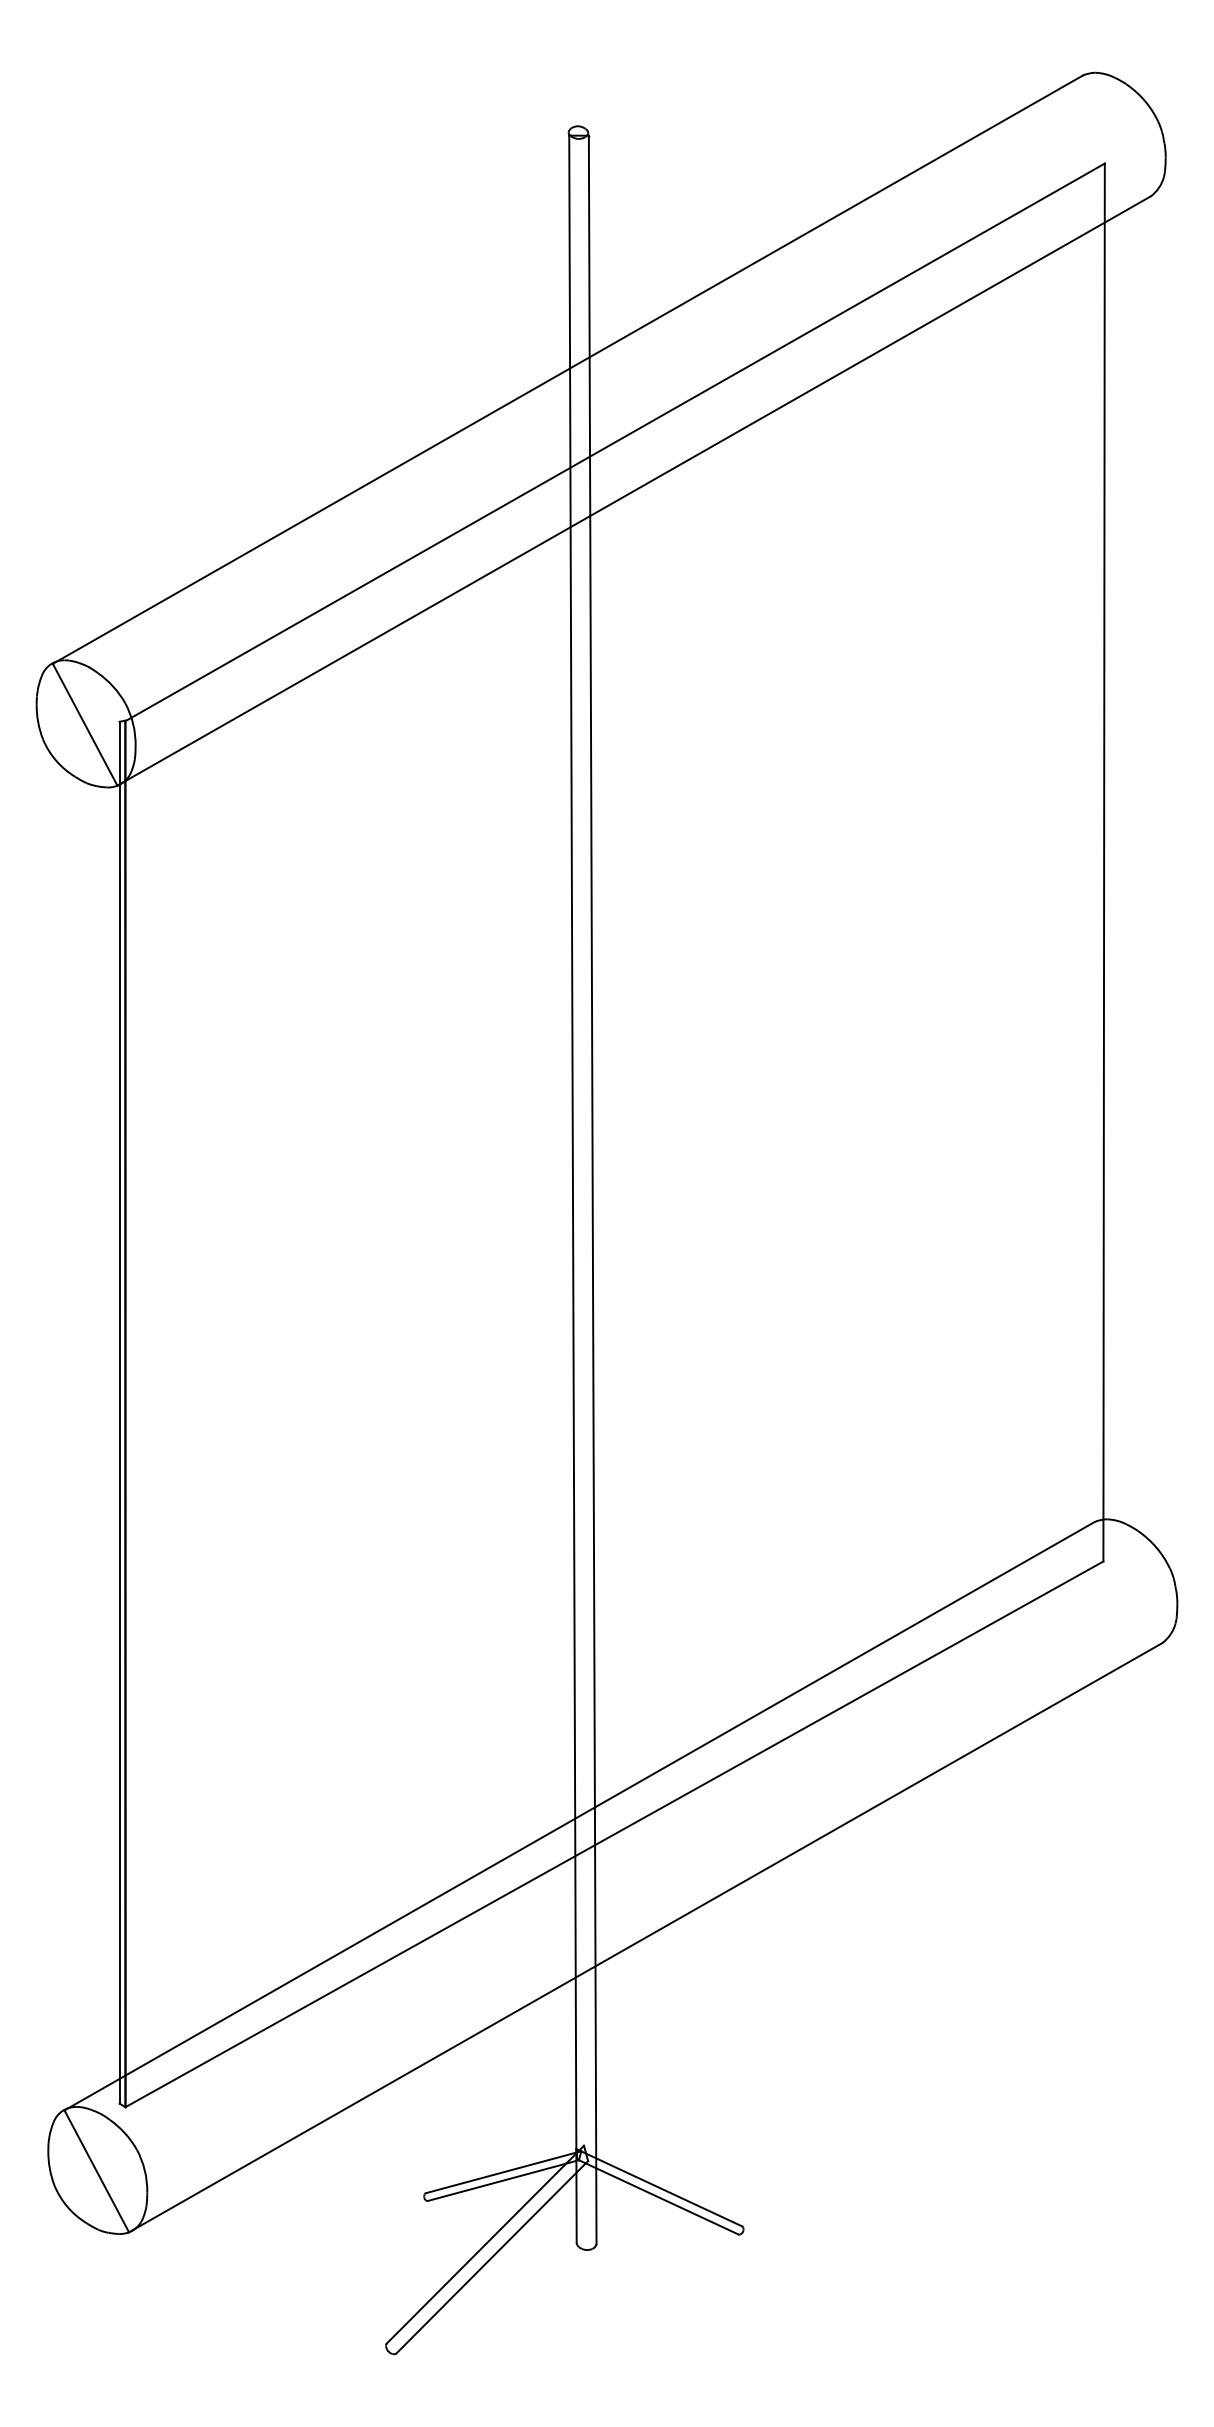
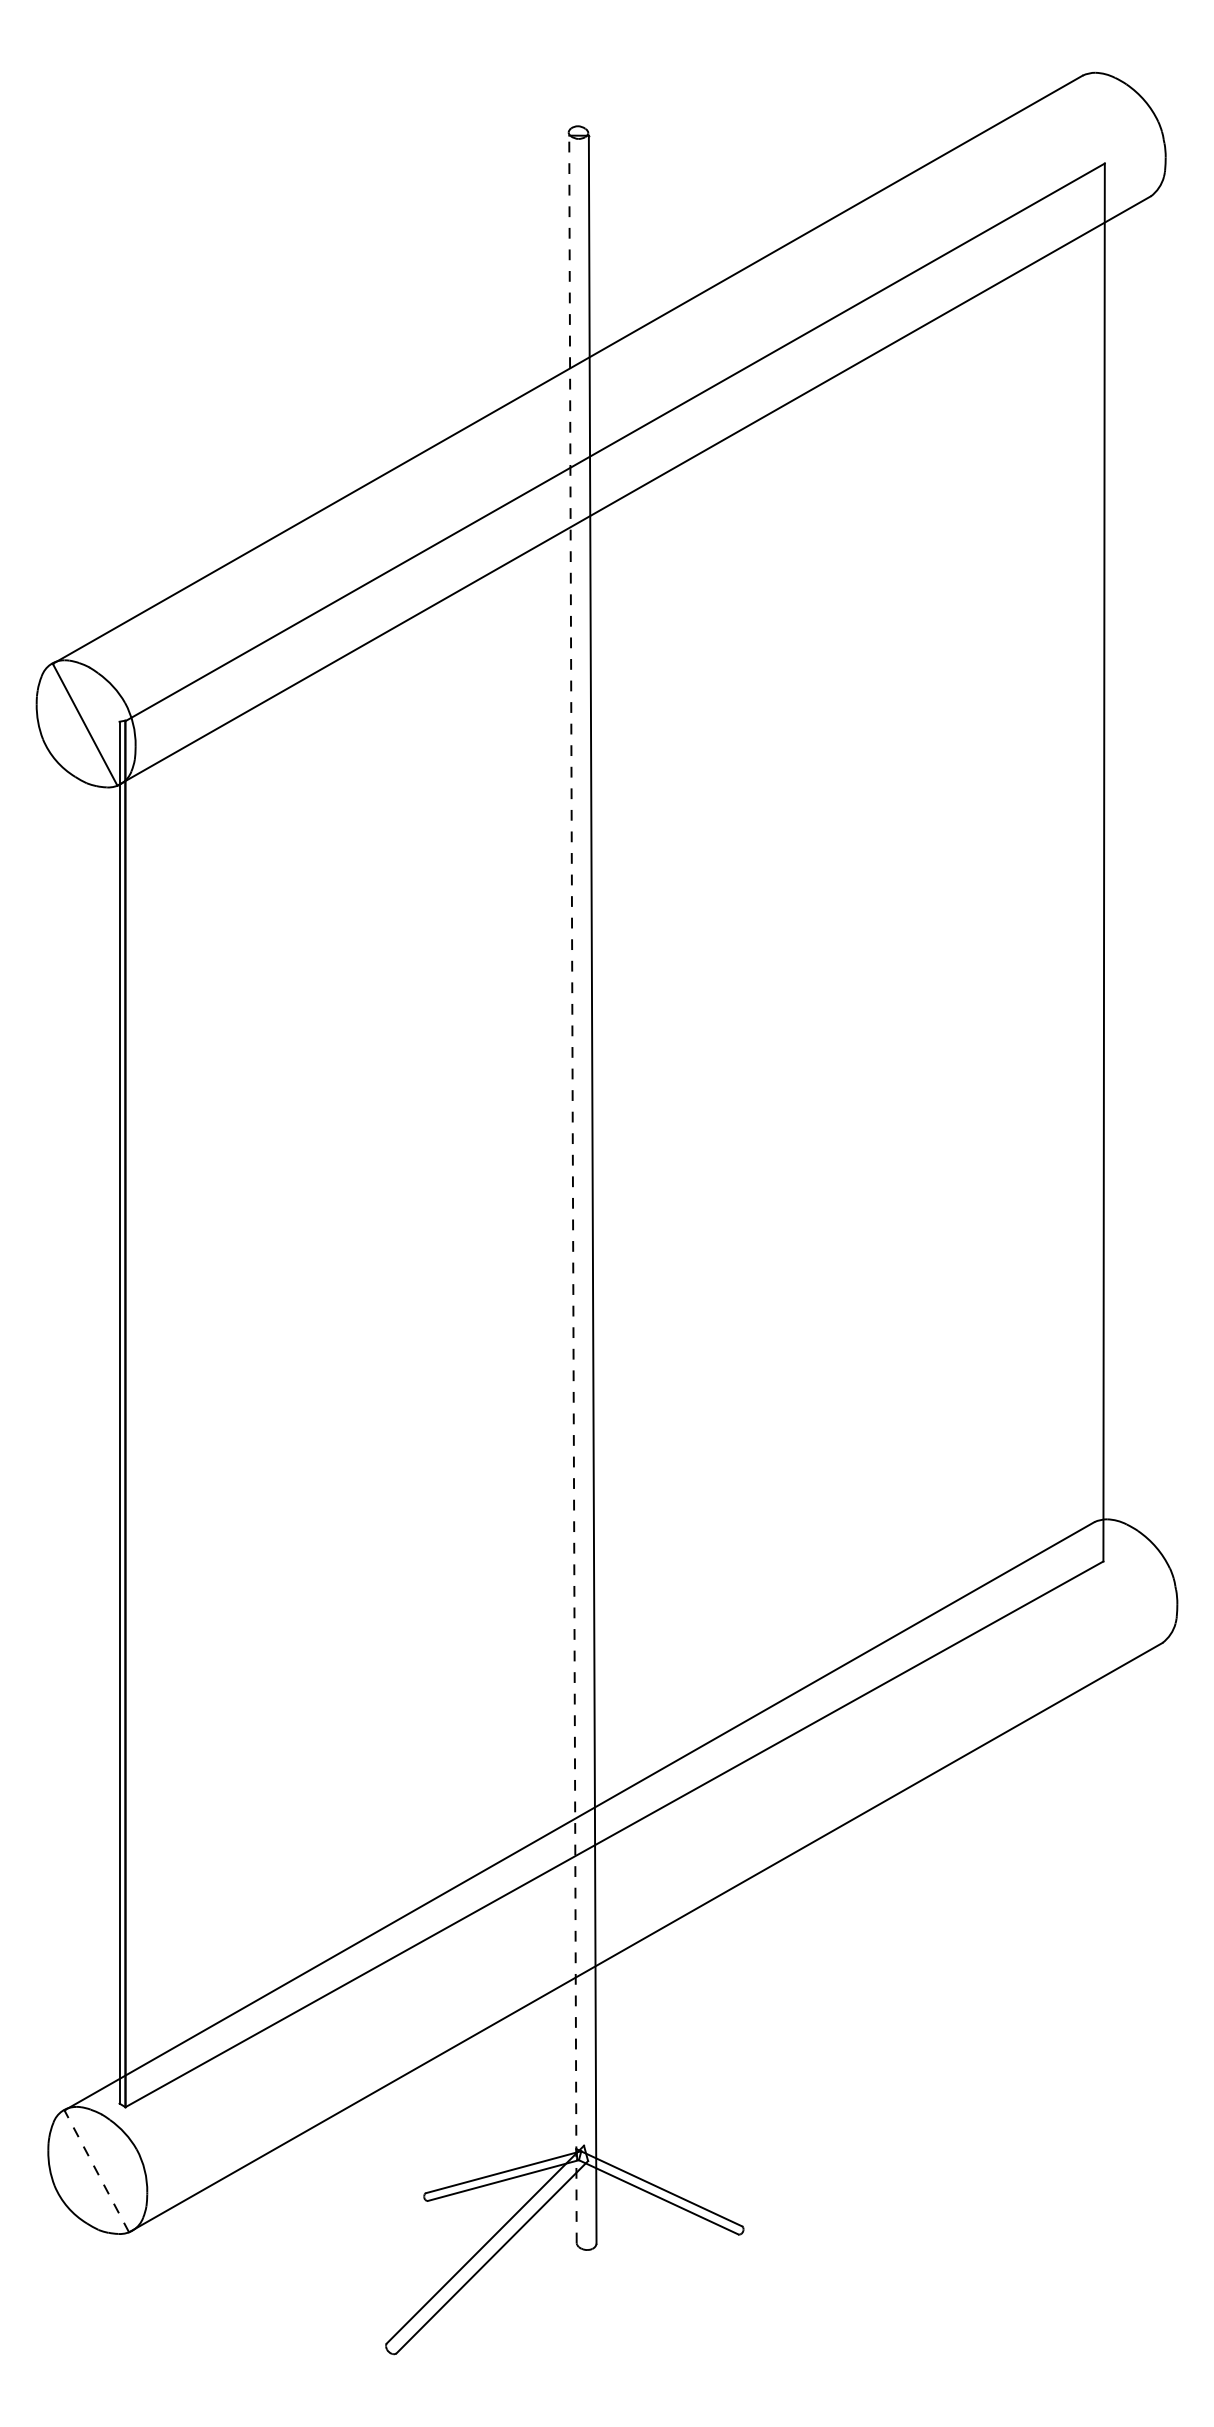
line at (572, 1189): solid -> dashed
line at (96, 2171): solid -> dashed
